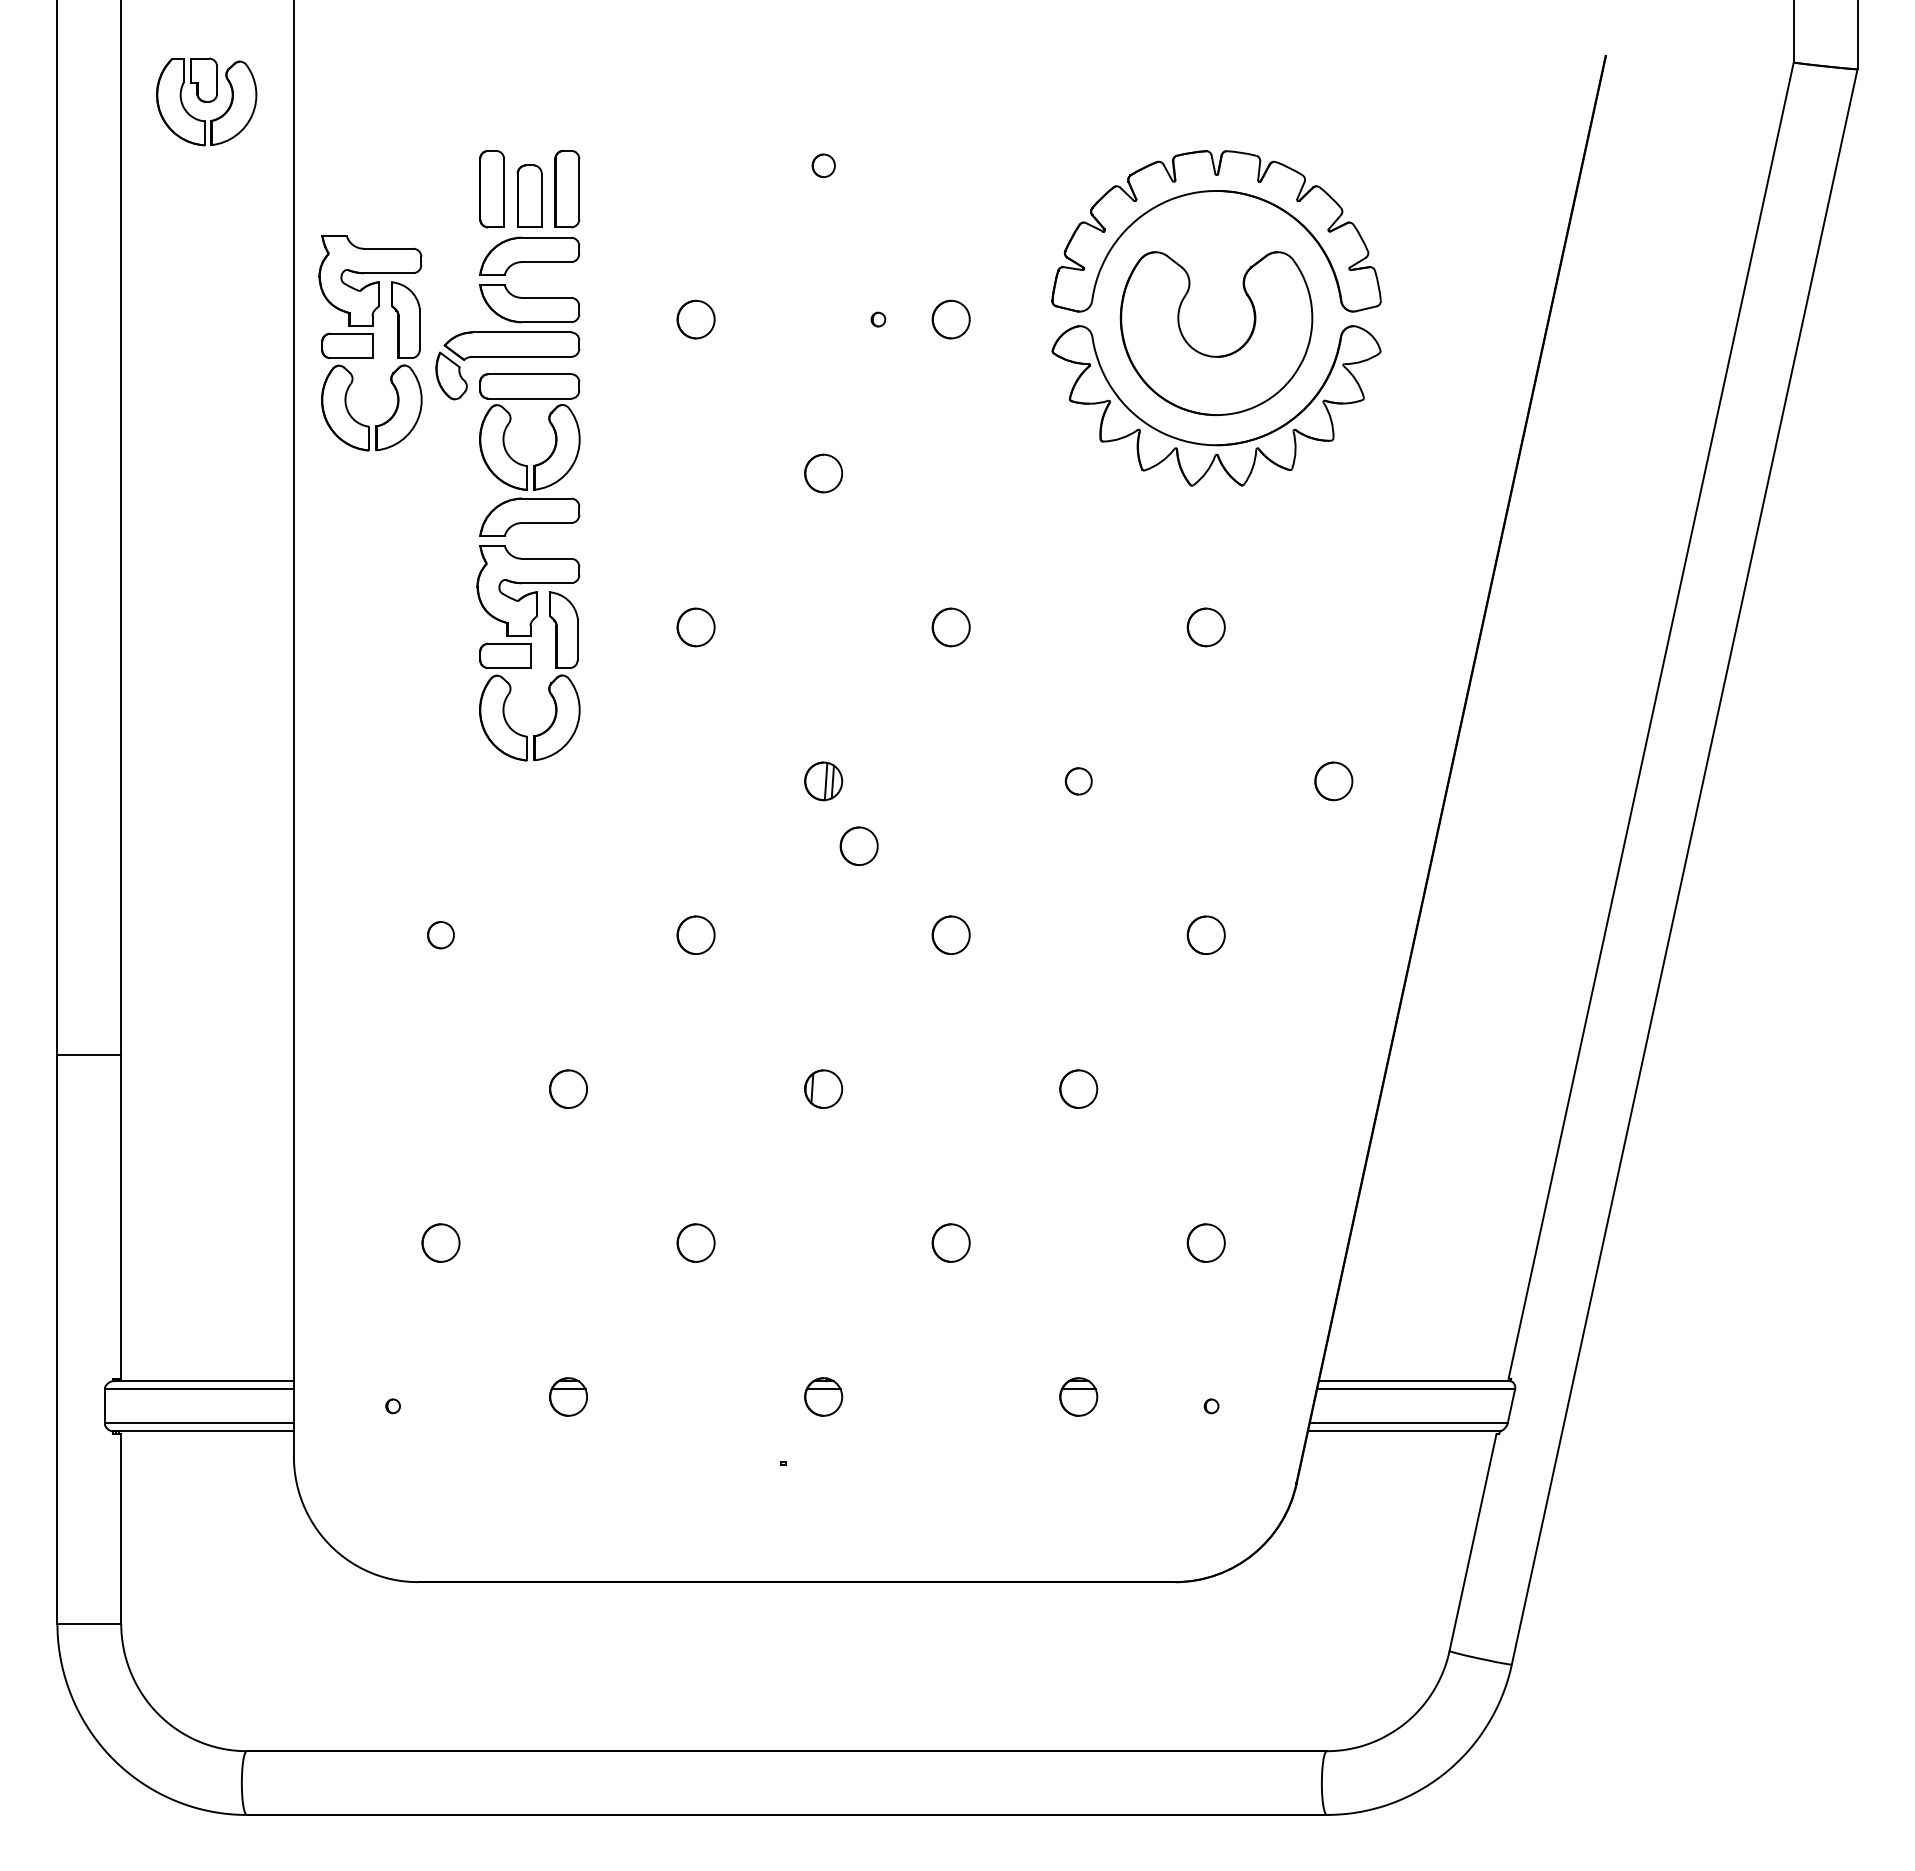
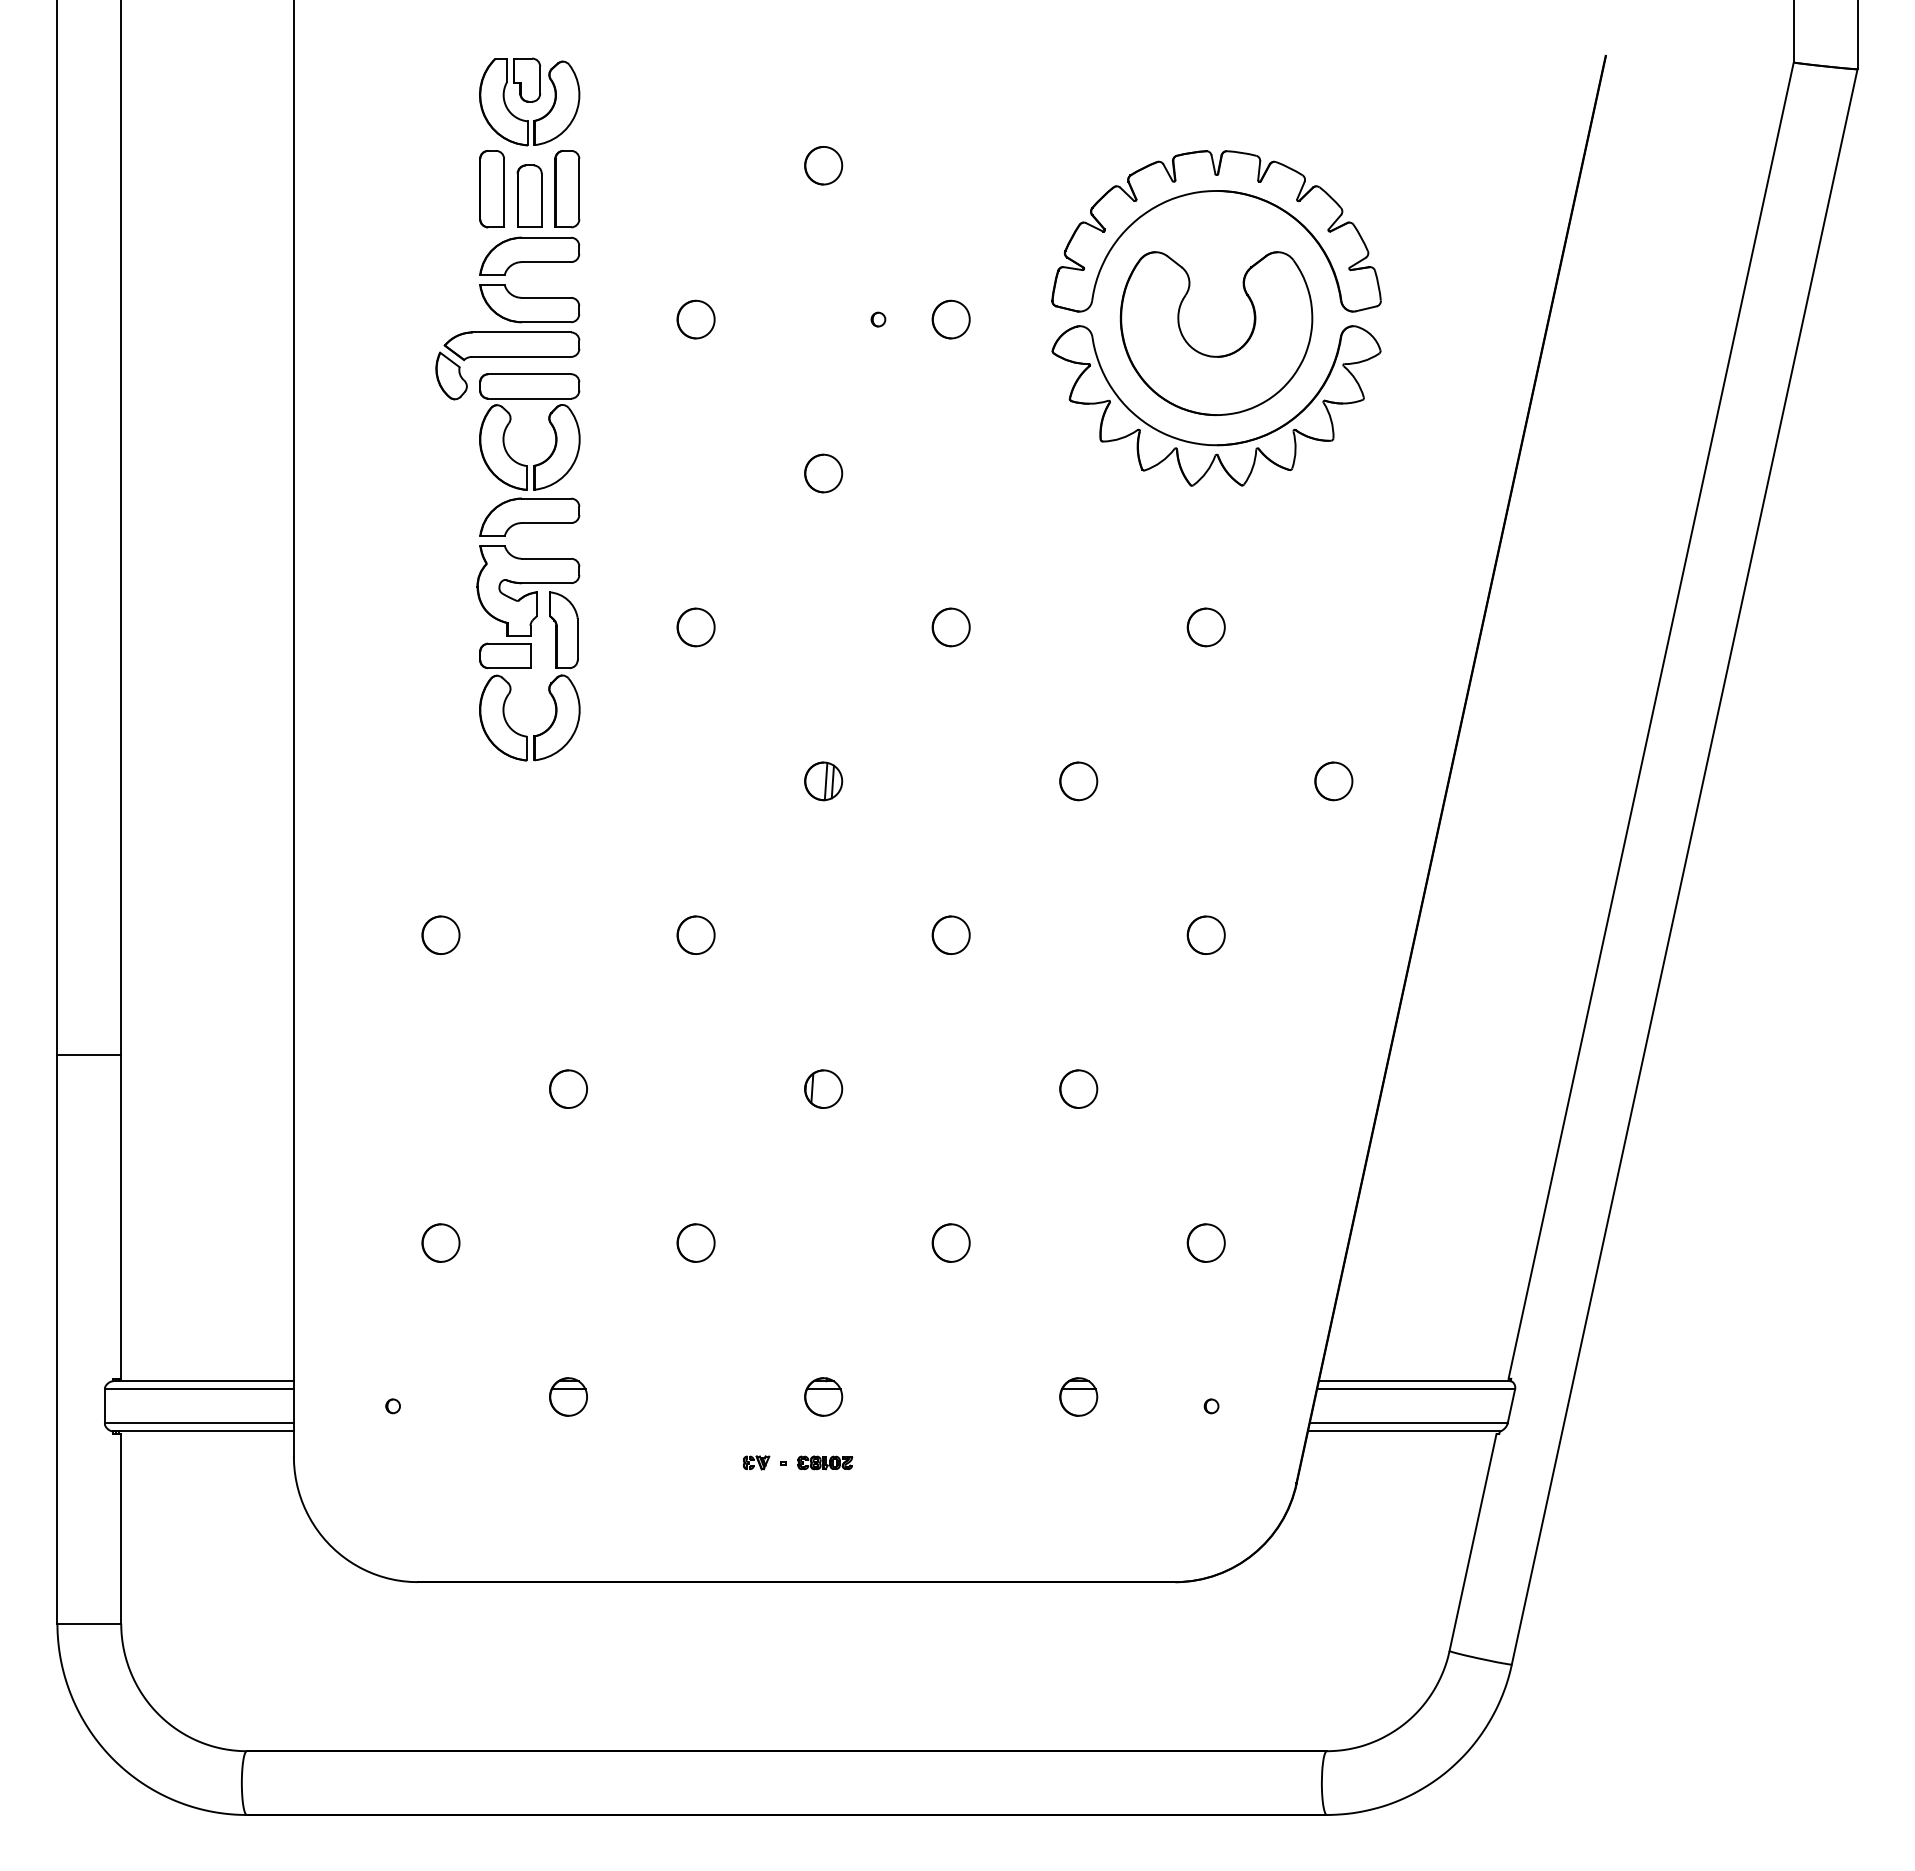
part at (206, 101) position: (206, 101) -> (529, 101)
part at (823, 165) size: 25x25 px -> 40x40 px
part at (370, 343): present -> none
part at (1078, 781) size: 29x29 px -> 40x41 px
part at (858, 845): present -> none
part at (440, 935) size: 28x29 px -> 40x40 px
part at (756, 1462): none -> present
part at (825, 1462): none -> present
